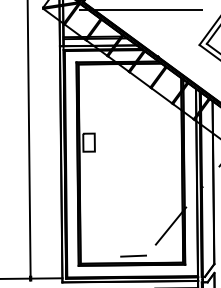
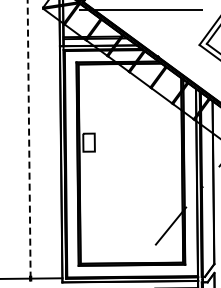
line at (29, 139): solid -> dashed
line at (133, 255): present -> none
